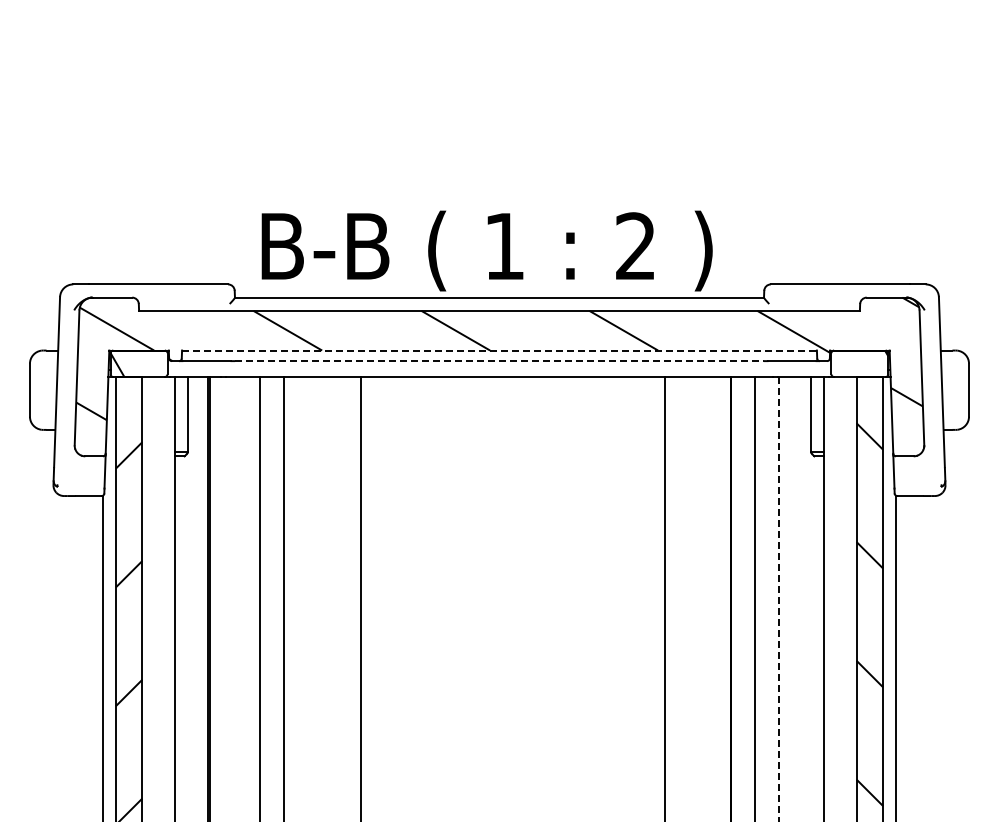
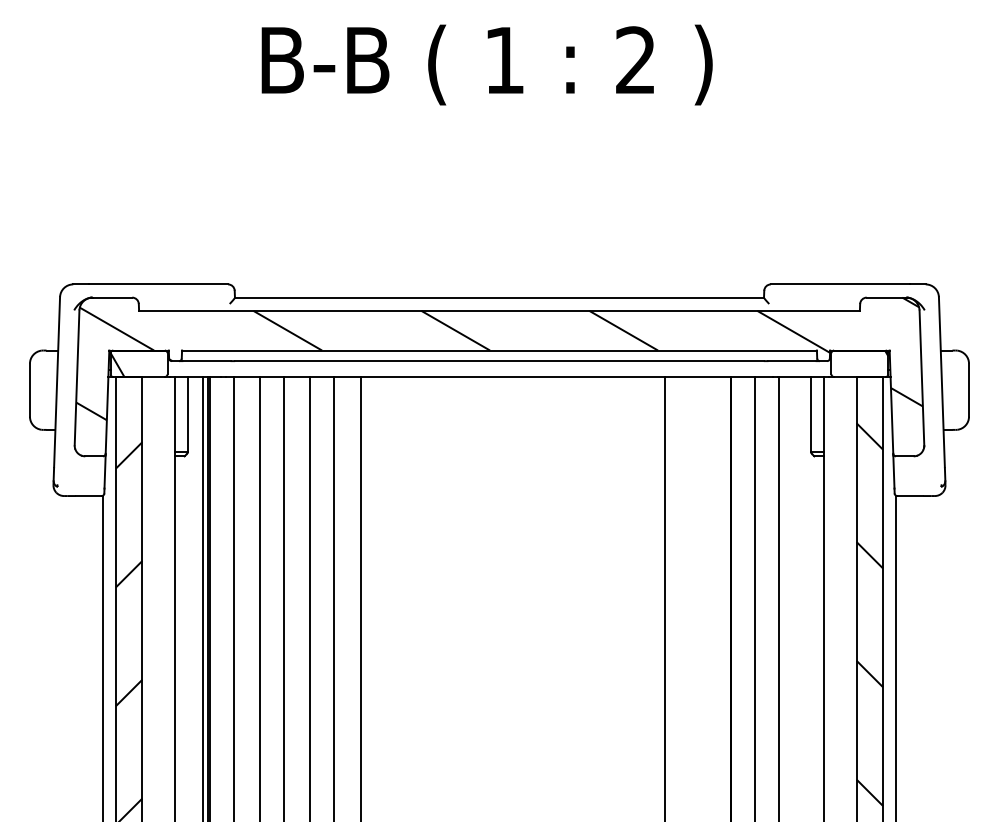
text at (486, 250) position: (486, 250) -> (486, 64)
line at (500, 350): dashed -> solid
line at (499, 361): dashed -> solid
line at (203, 597): none -> present
line at (233, 597): none -> present
line at (310, 597): none -> present
line at (334, 597): none -> present
line at (778, 599): dashed -> solid
